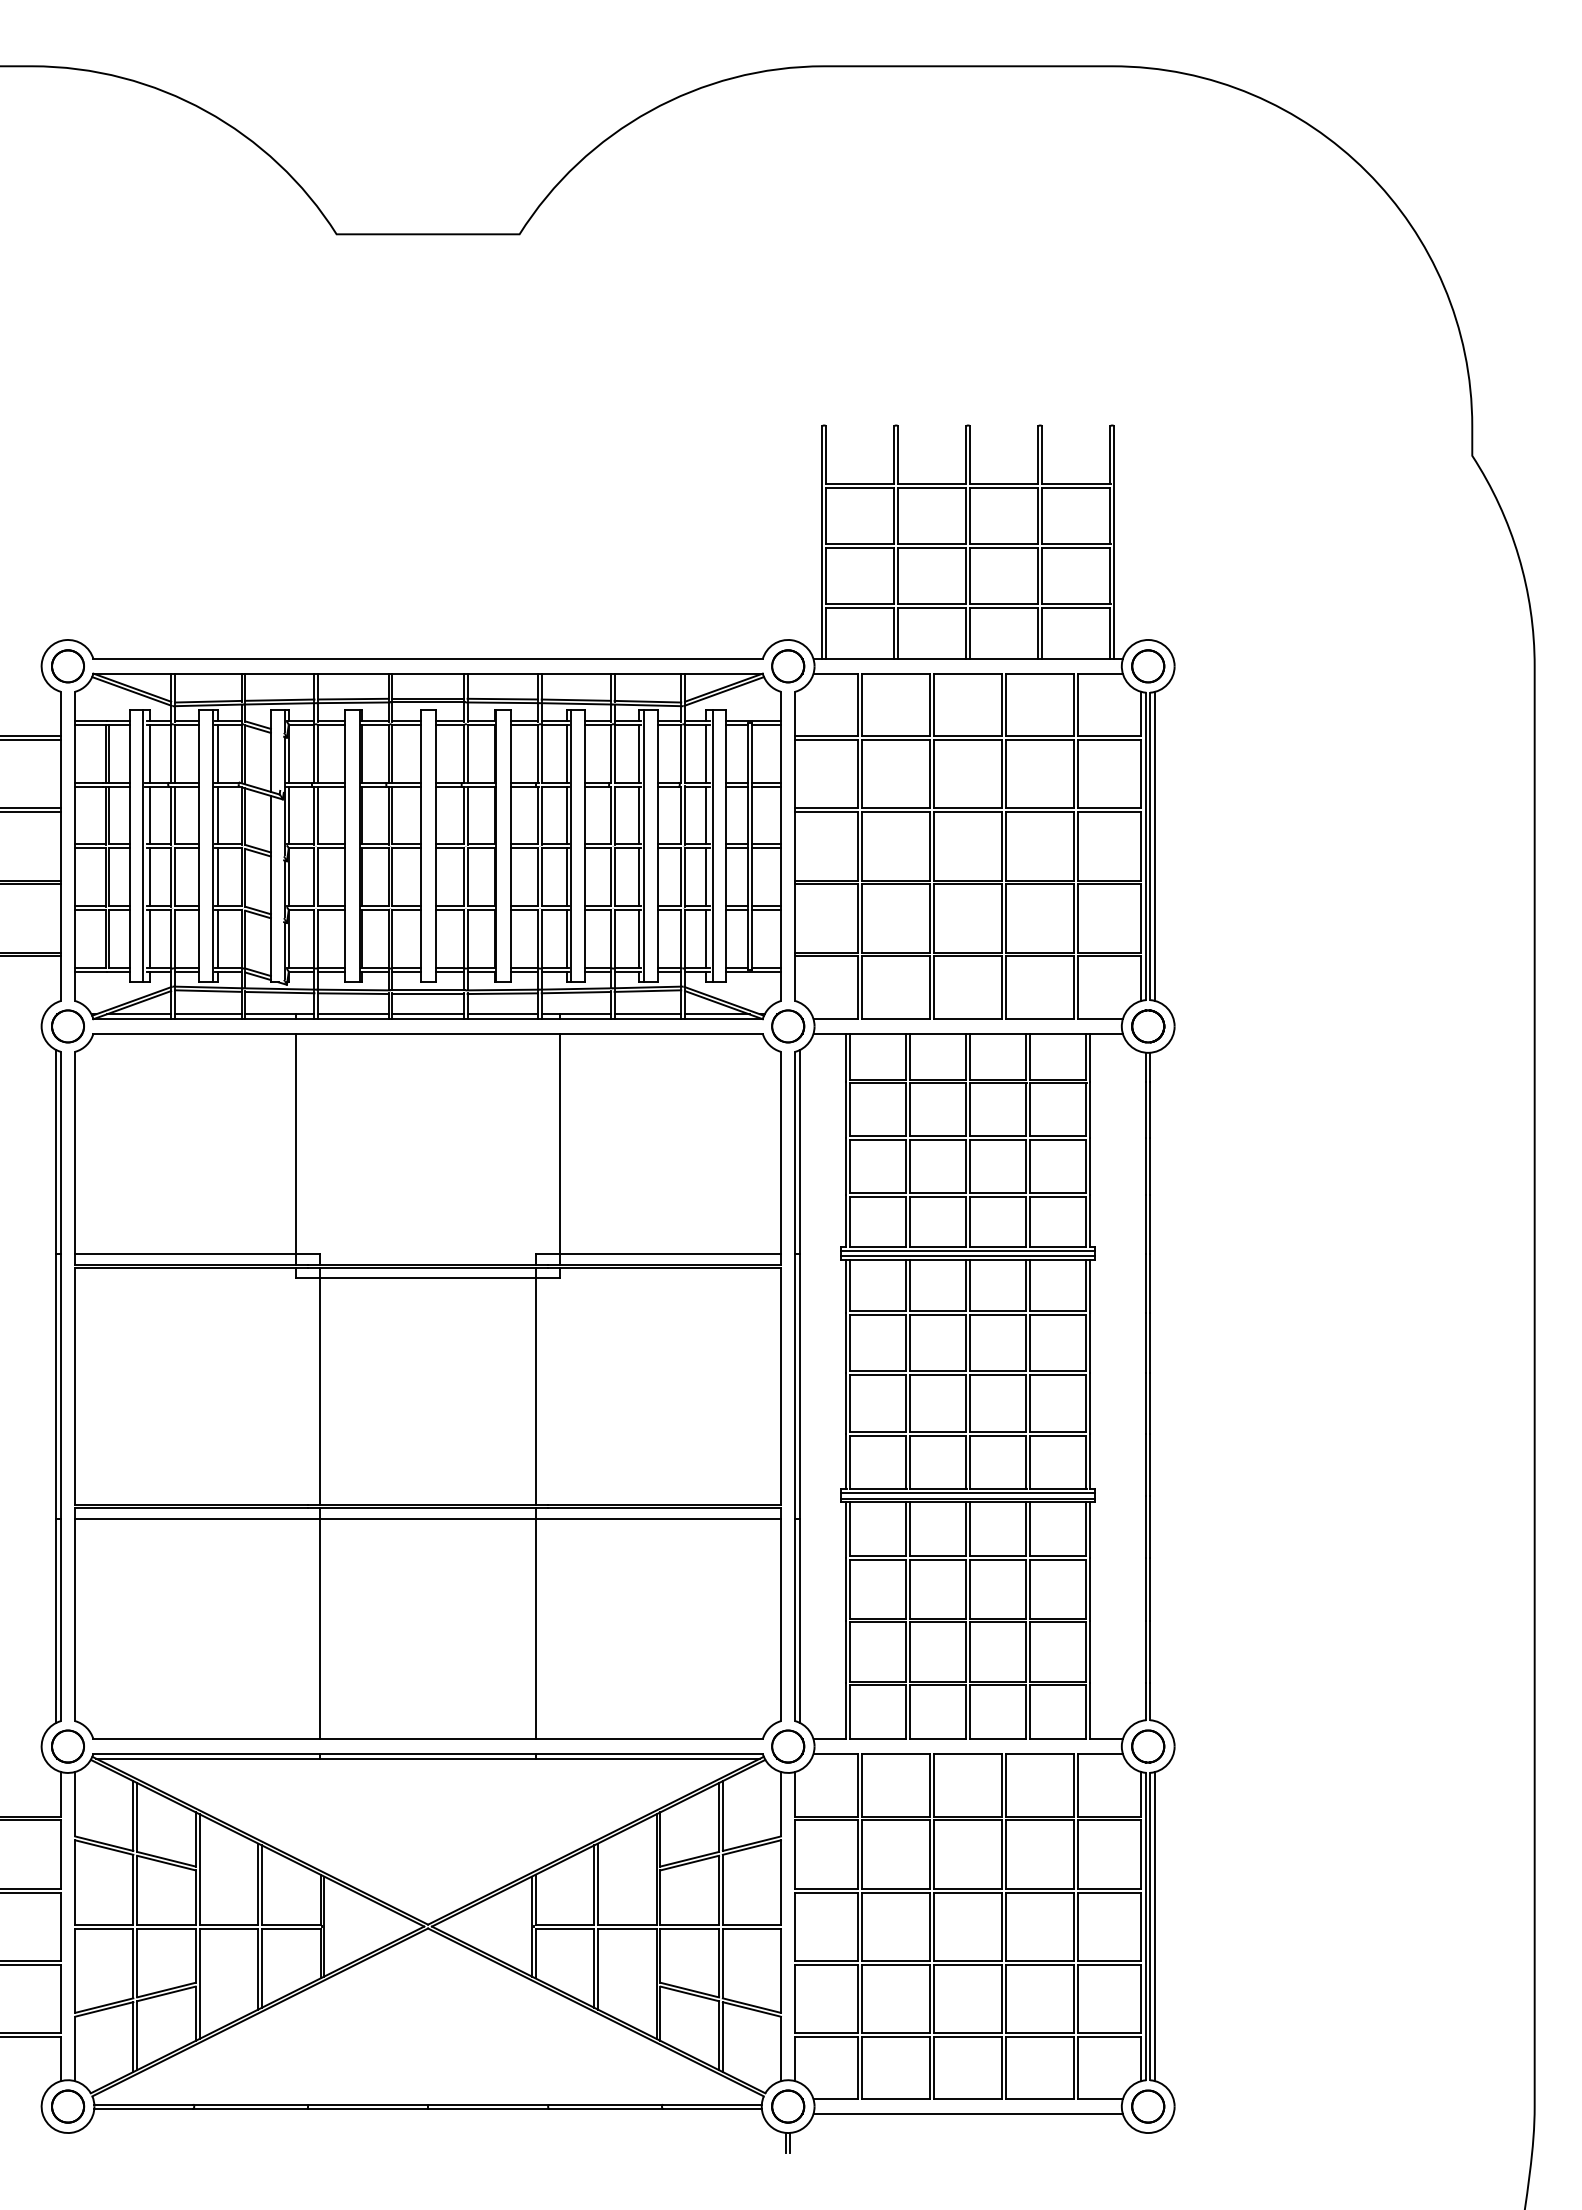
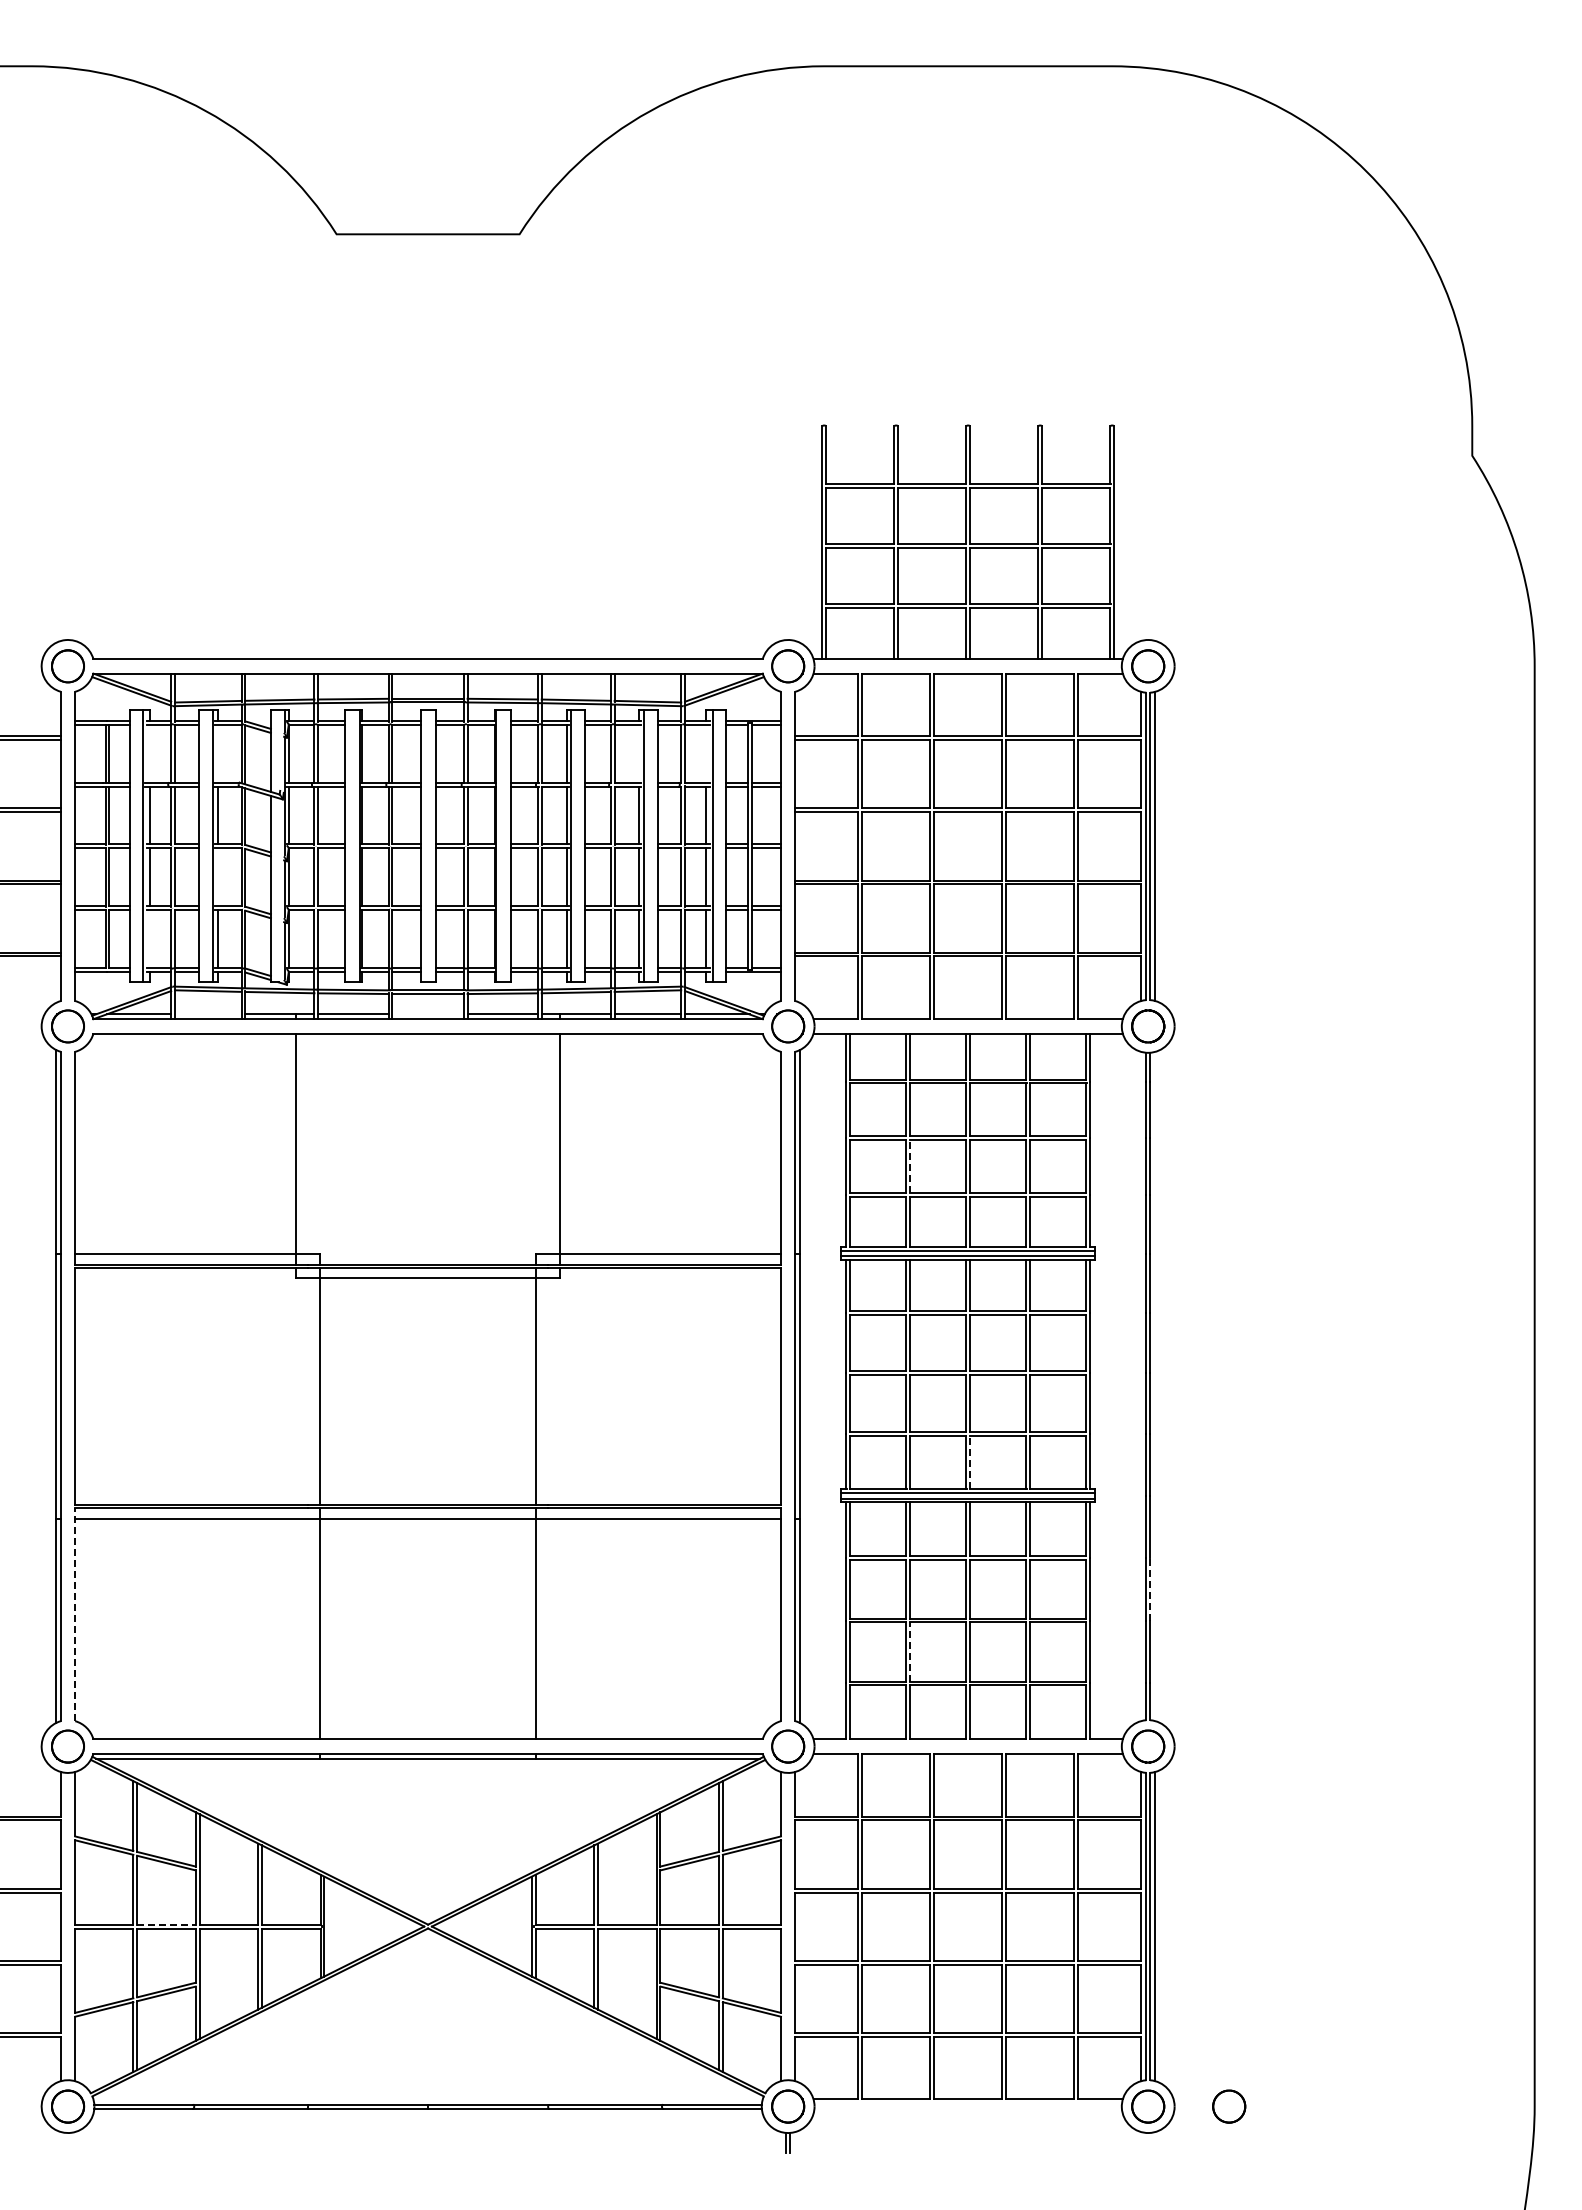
line at (149, 753): present -> none
line at (217, 753): present -> none
line at (638, 753): present -> none
line at (706, 753): present -> none
line at (217, 877): present -> none
line at (149, 939): present -> none
line at (208, 1014): present -> none
line at (427, 1014): present -> none
line at (910, 1166): solid -> dashed
line at (970, 1462): solid -> dashed
line at (1150, 1588): solid -> dashed
line at (75, 1614): solid -> dashed
line at (910, 1651): solid -> dashed
line at (166, 1924): solid -> dashed
circle at (1229, 2106): none -> present
line at (967, 2113): present -> none
